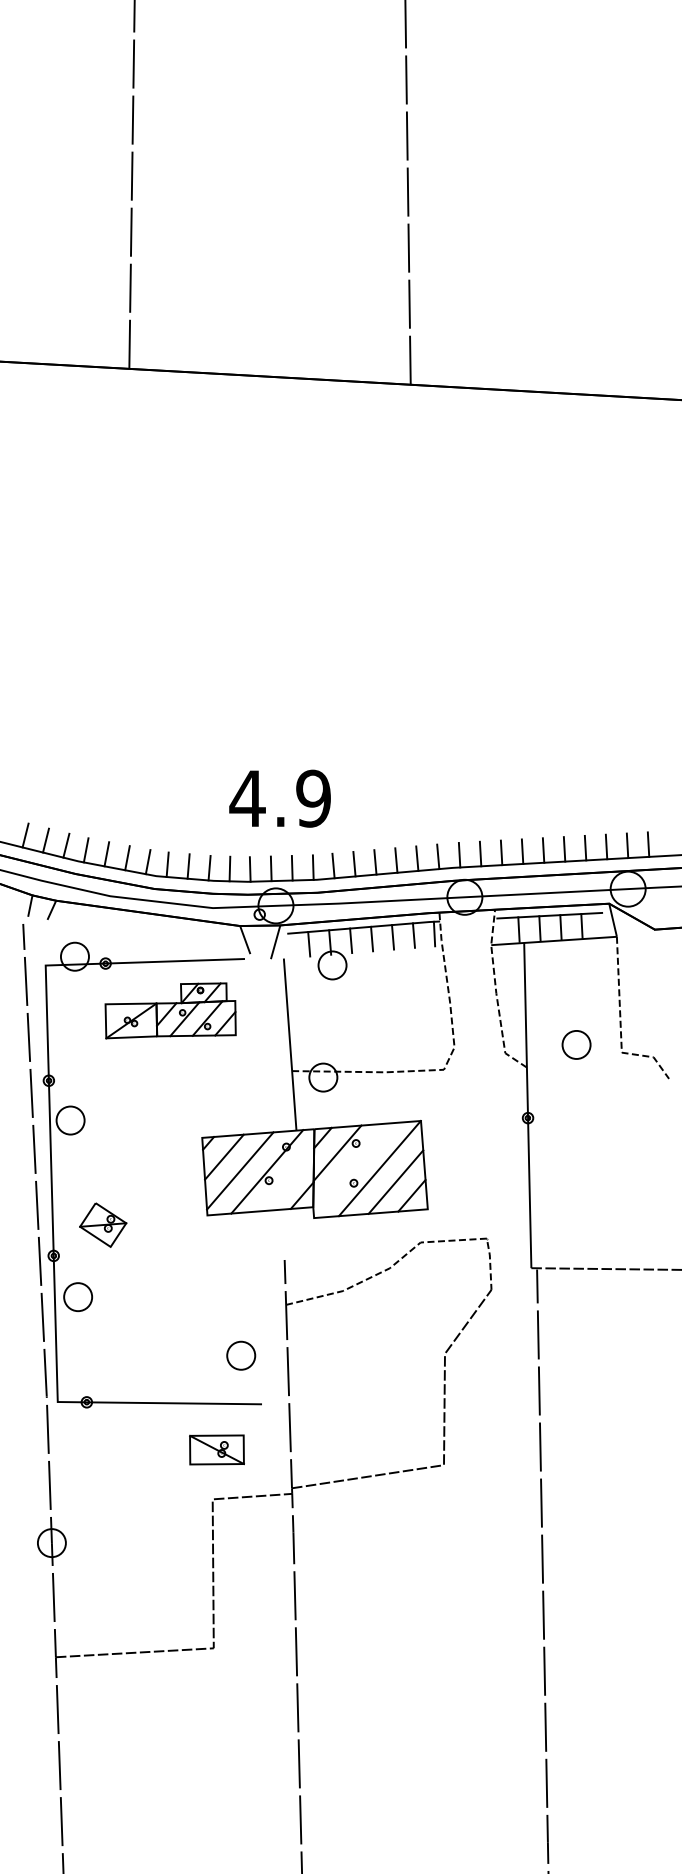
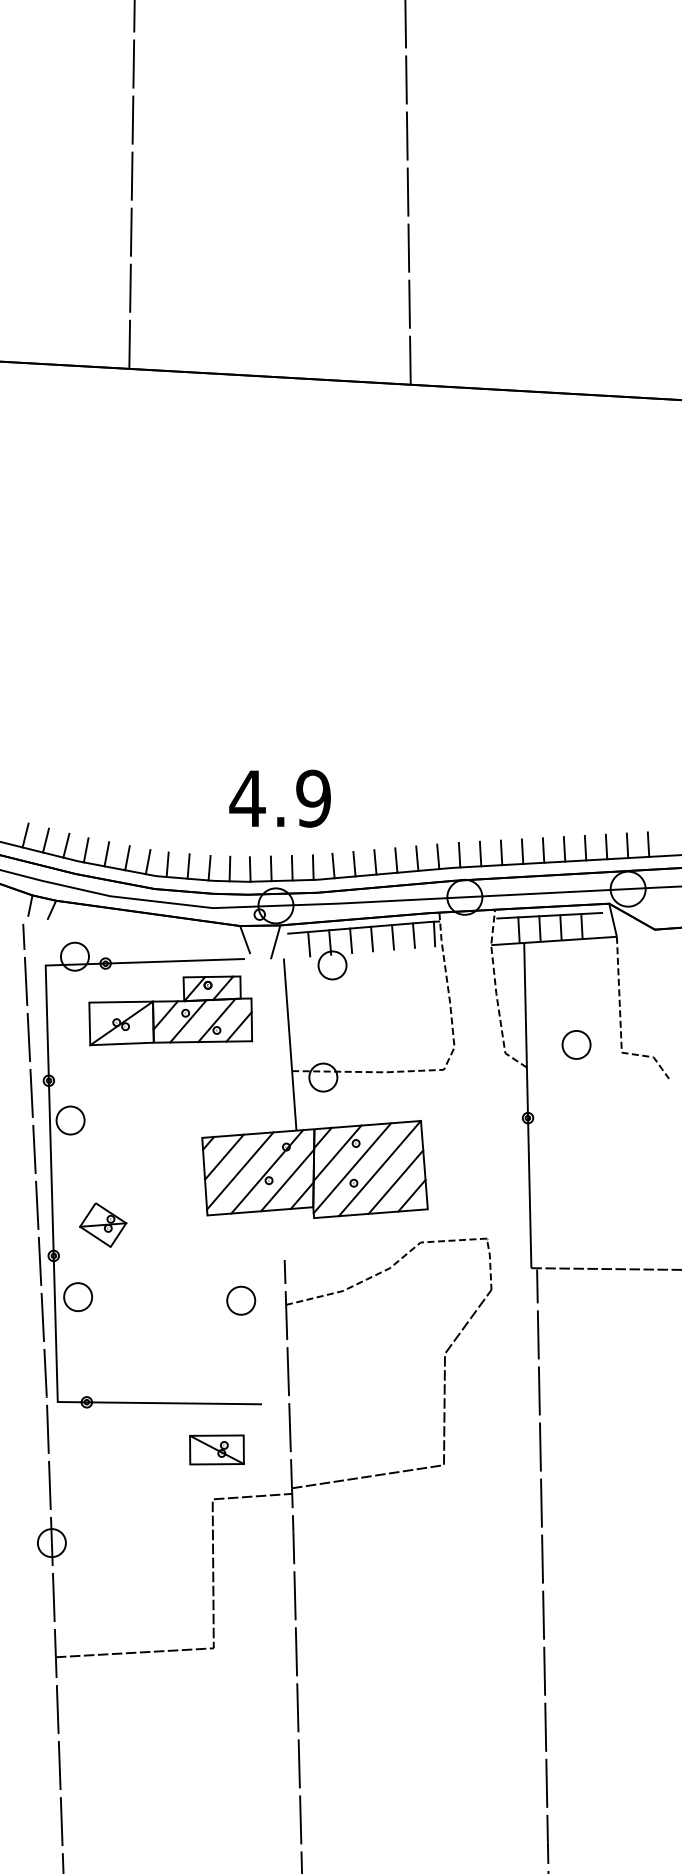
part at (170, 1010) size: 133x58 px -> 165x72 px
line at (352, 1168): none -> present
line at (287, 1180): none -> present
part at (241, 1355) position: (241, 1355) -> (241, 1300)
